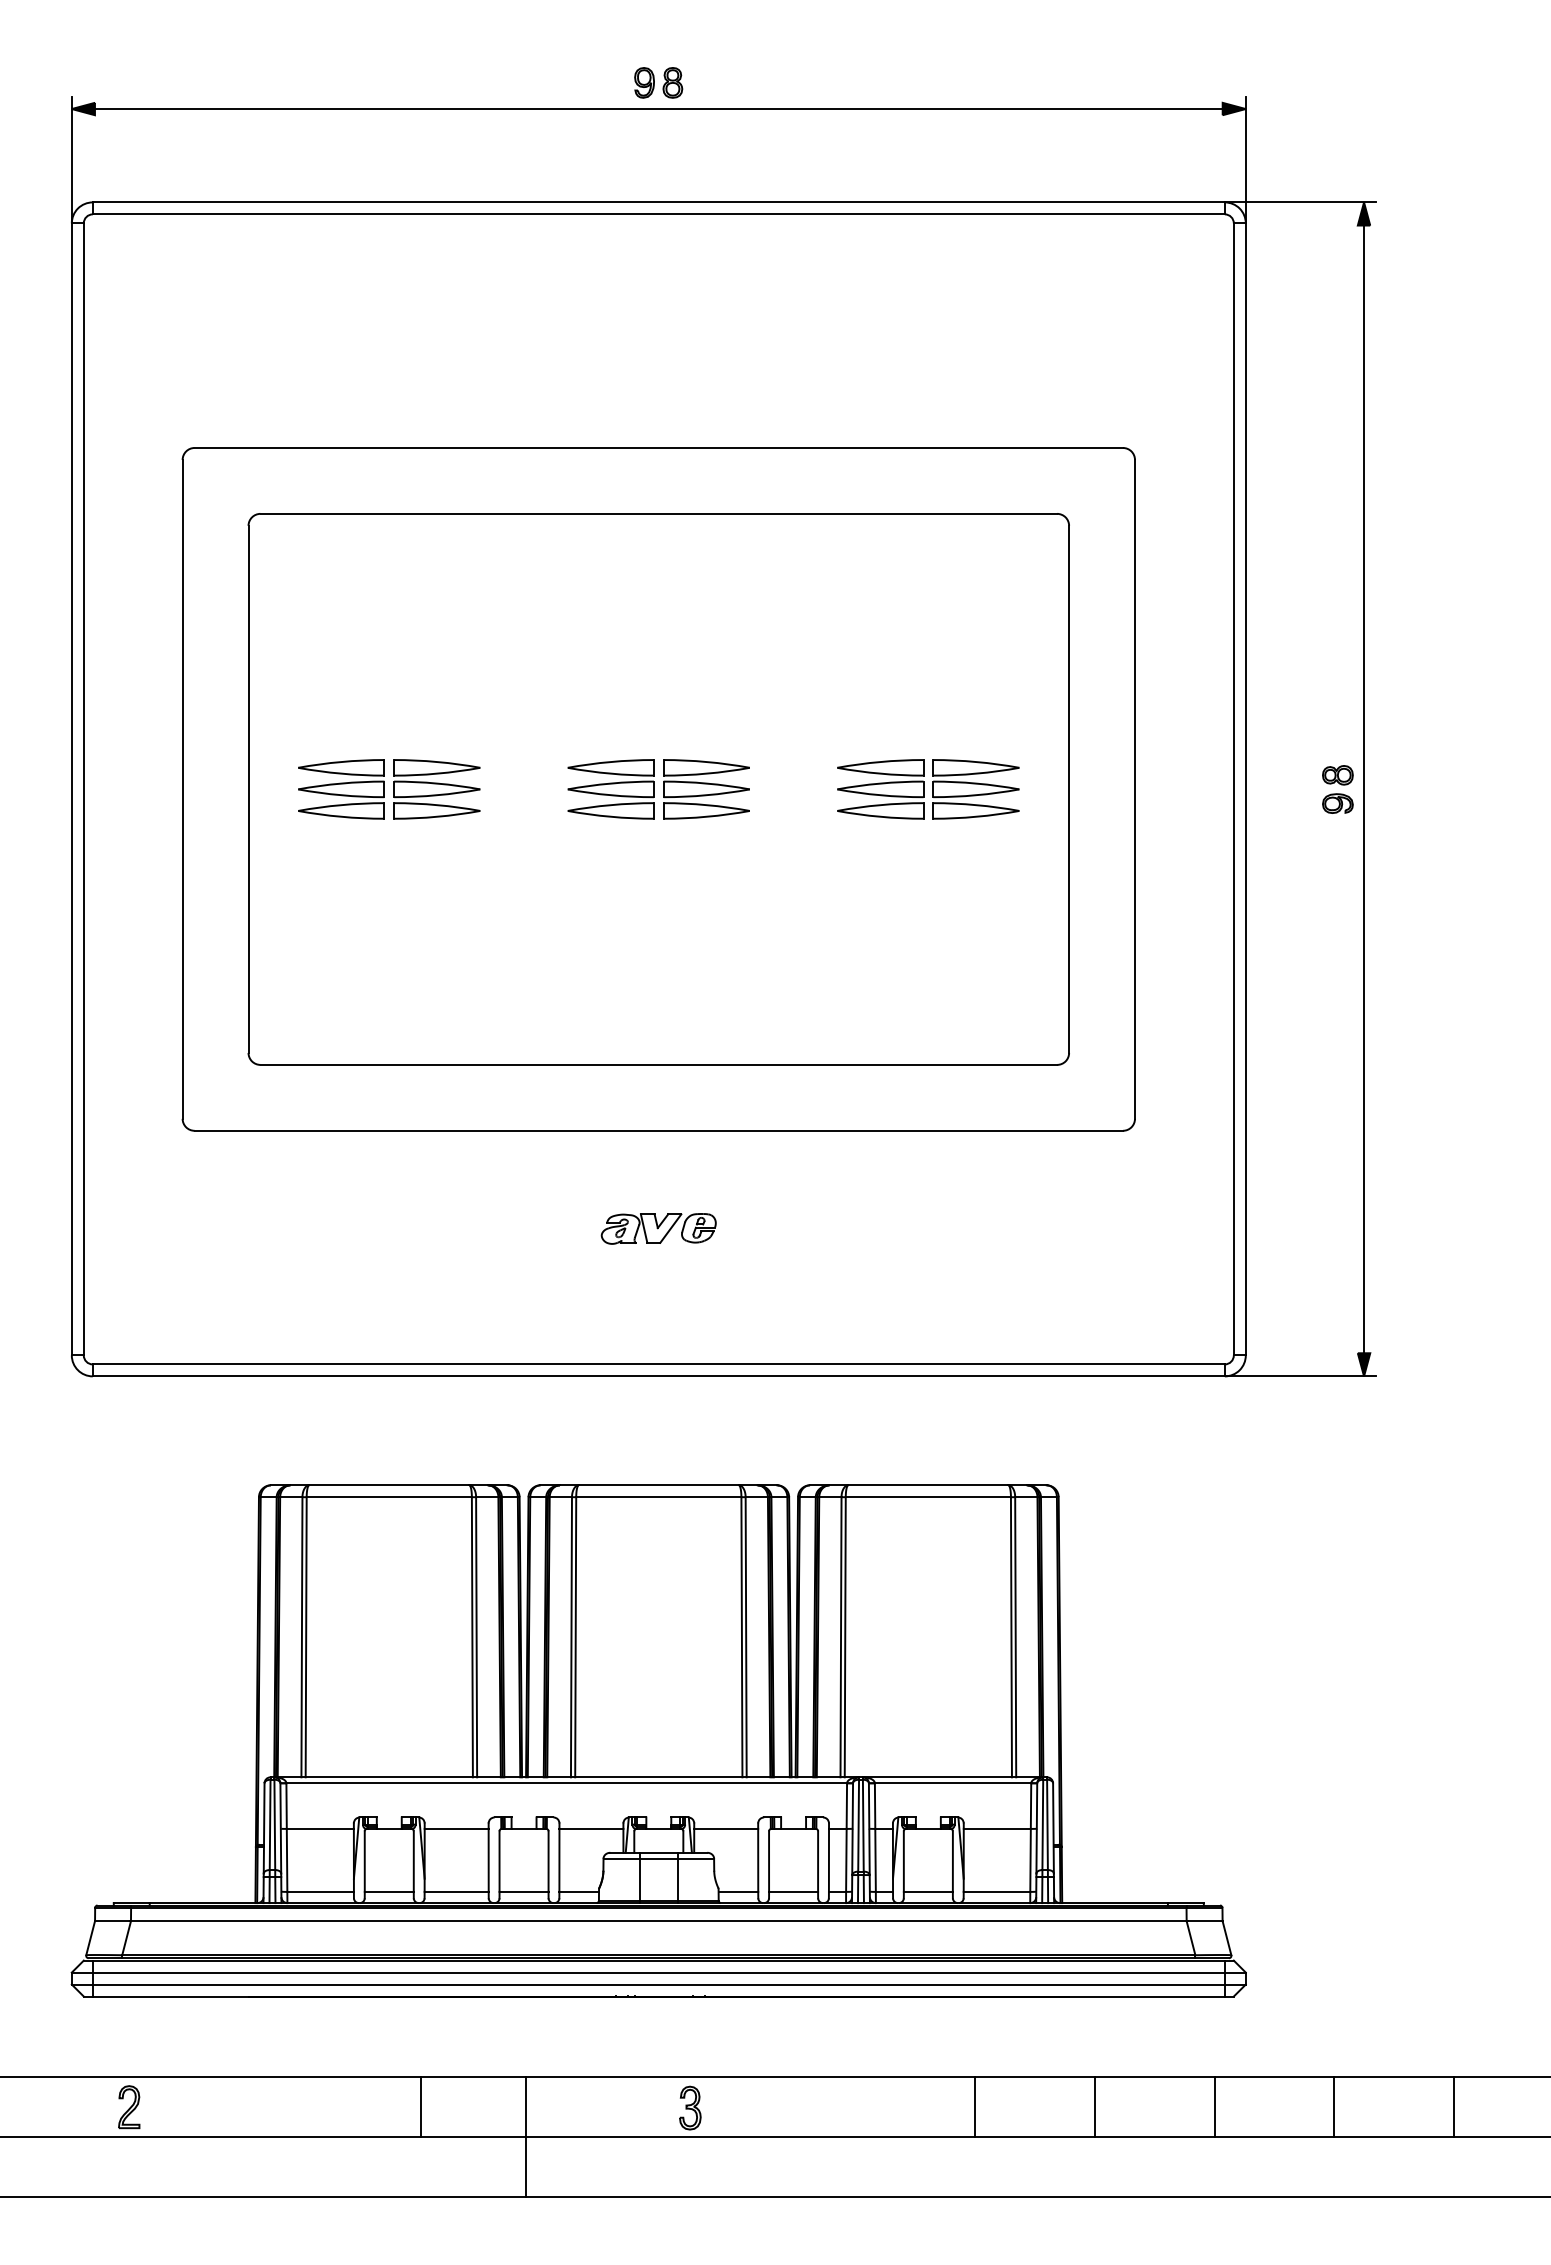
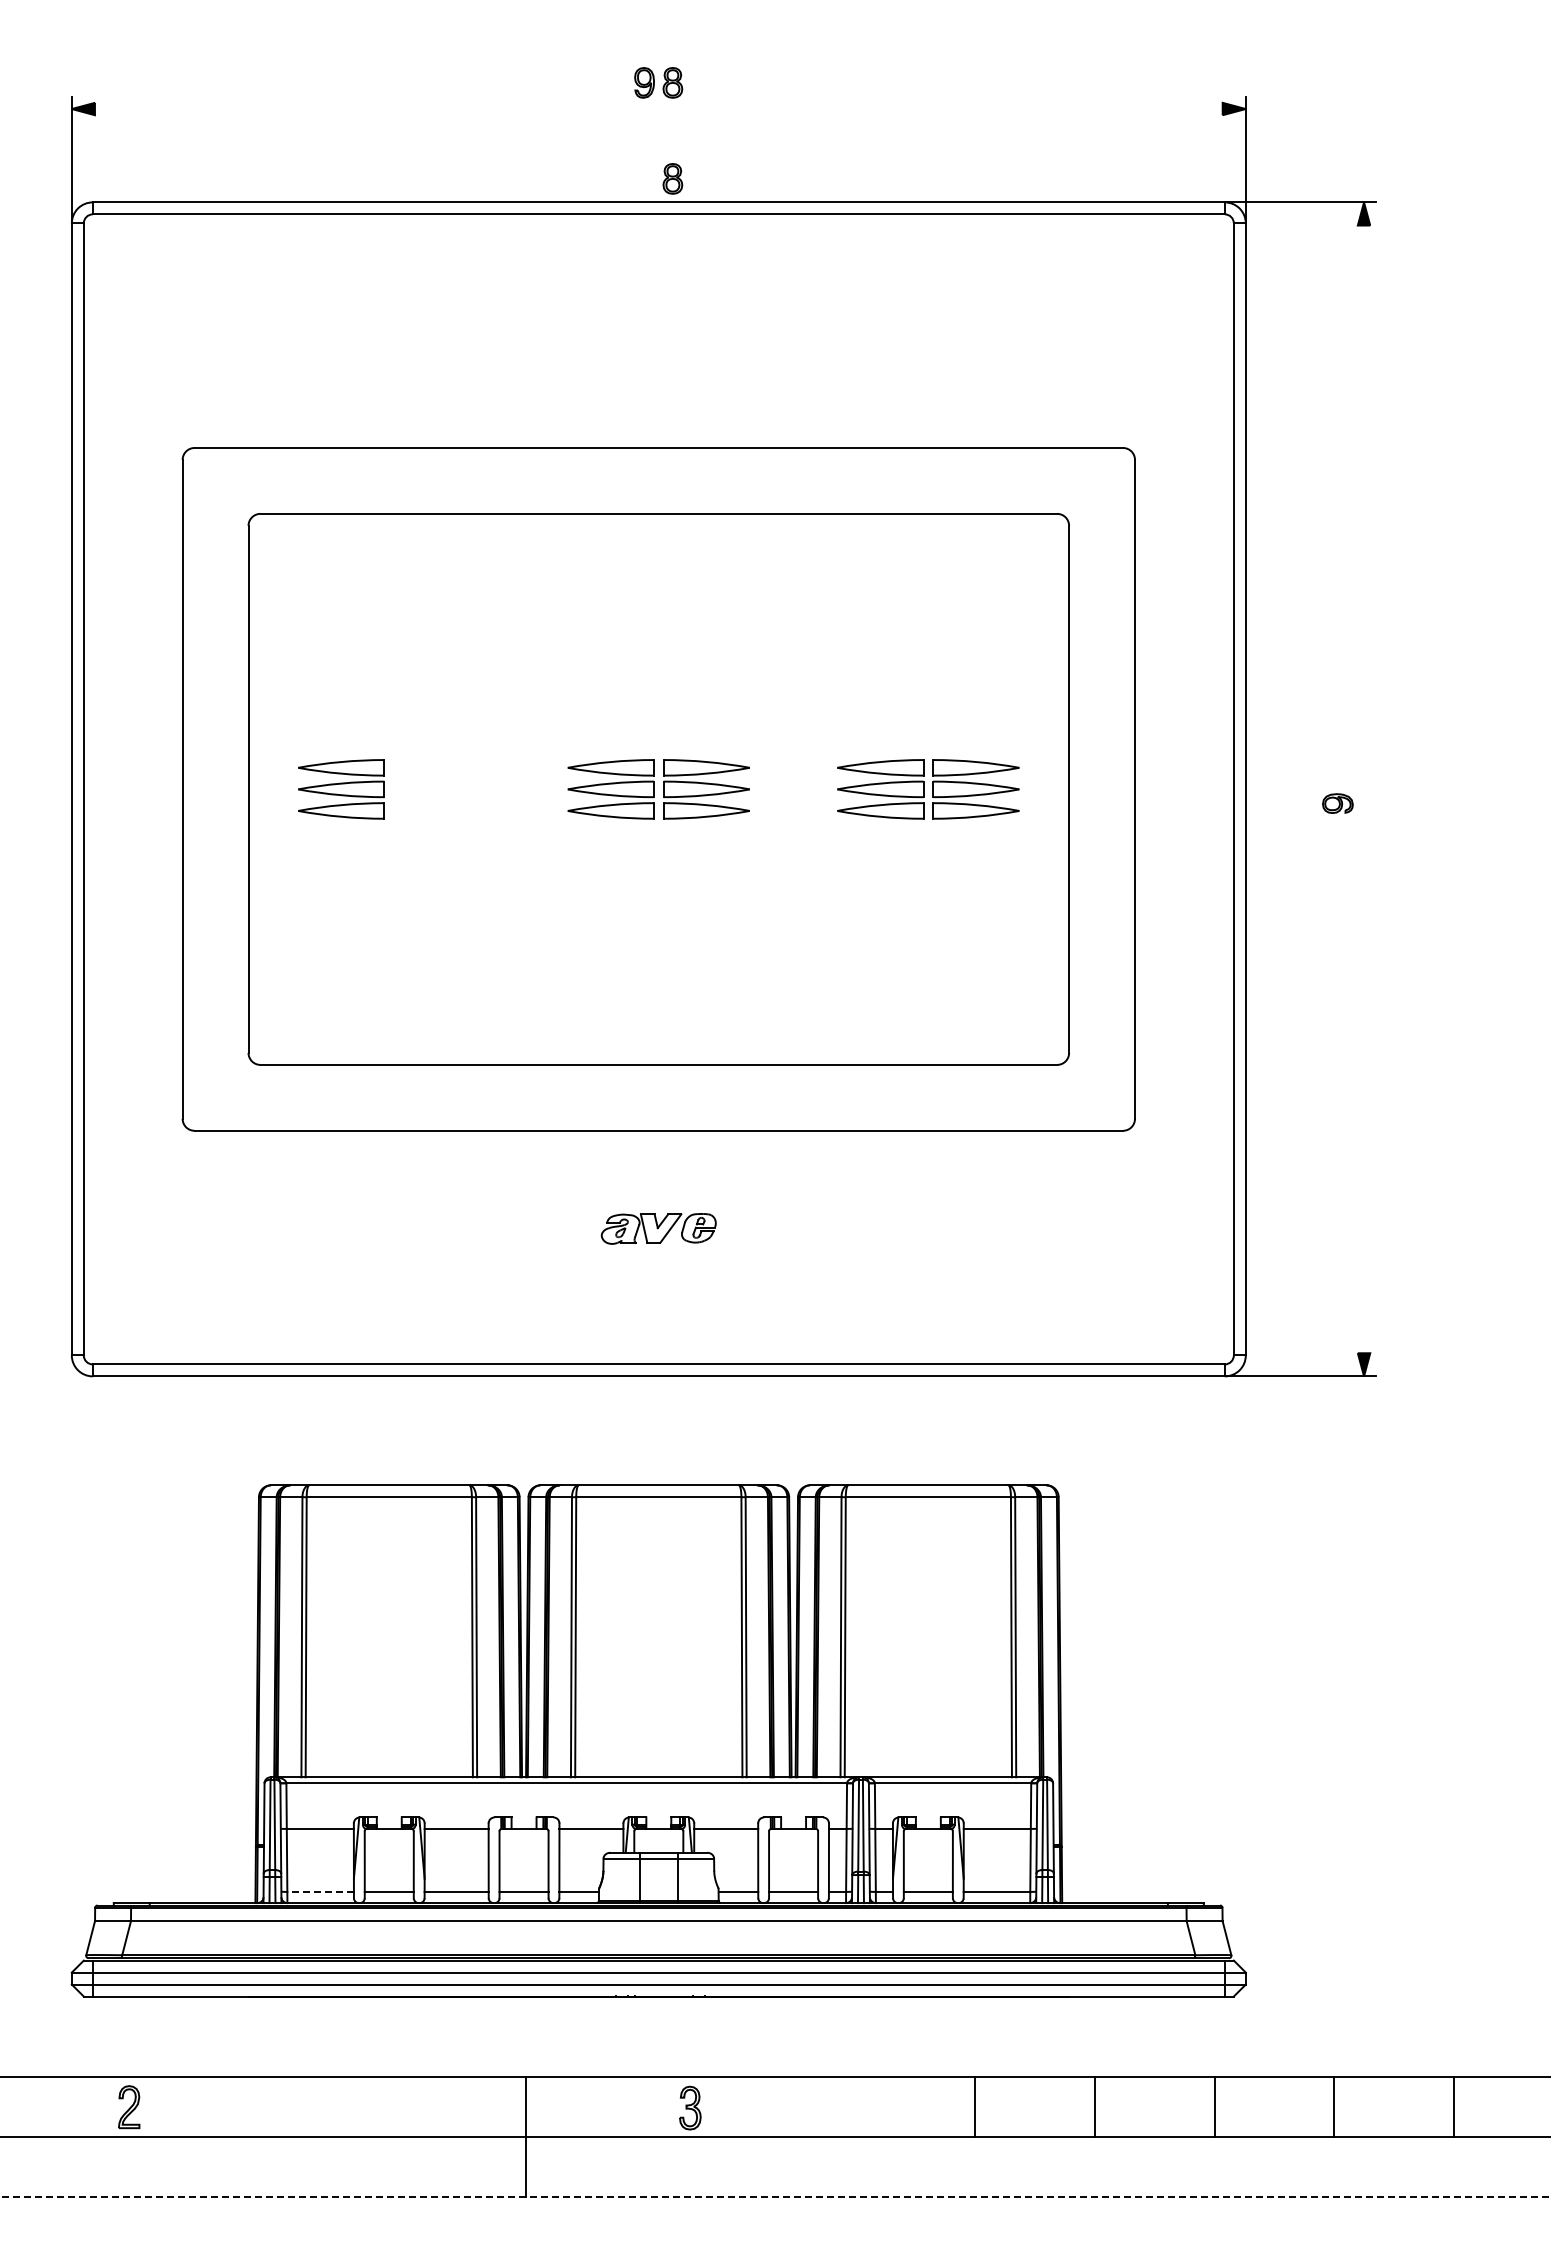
line at (658, 109): present -> none
part at (672, 178): none -> present
part at (1337, 775): present -> none
part at (436, 789): present -> none
line at (1364, 789): present -> none
line at (320, 1891): solid -> dashed
line at (420, 2107): present -> none
line at (775, 2197): solid -> dashed
